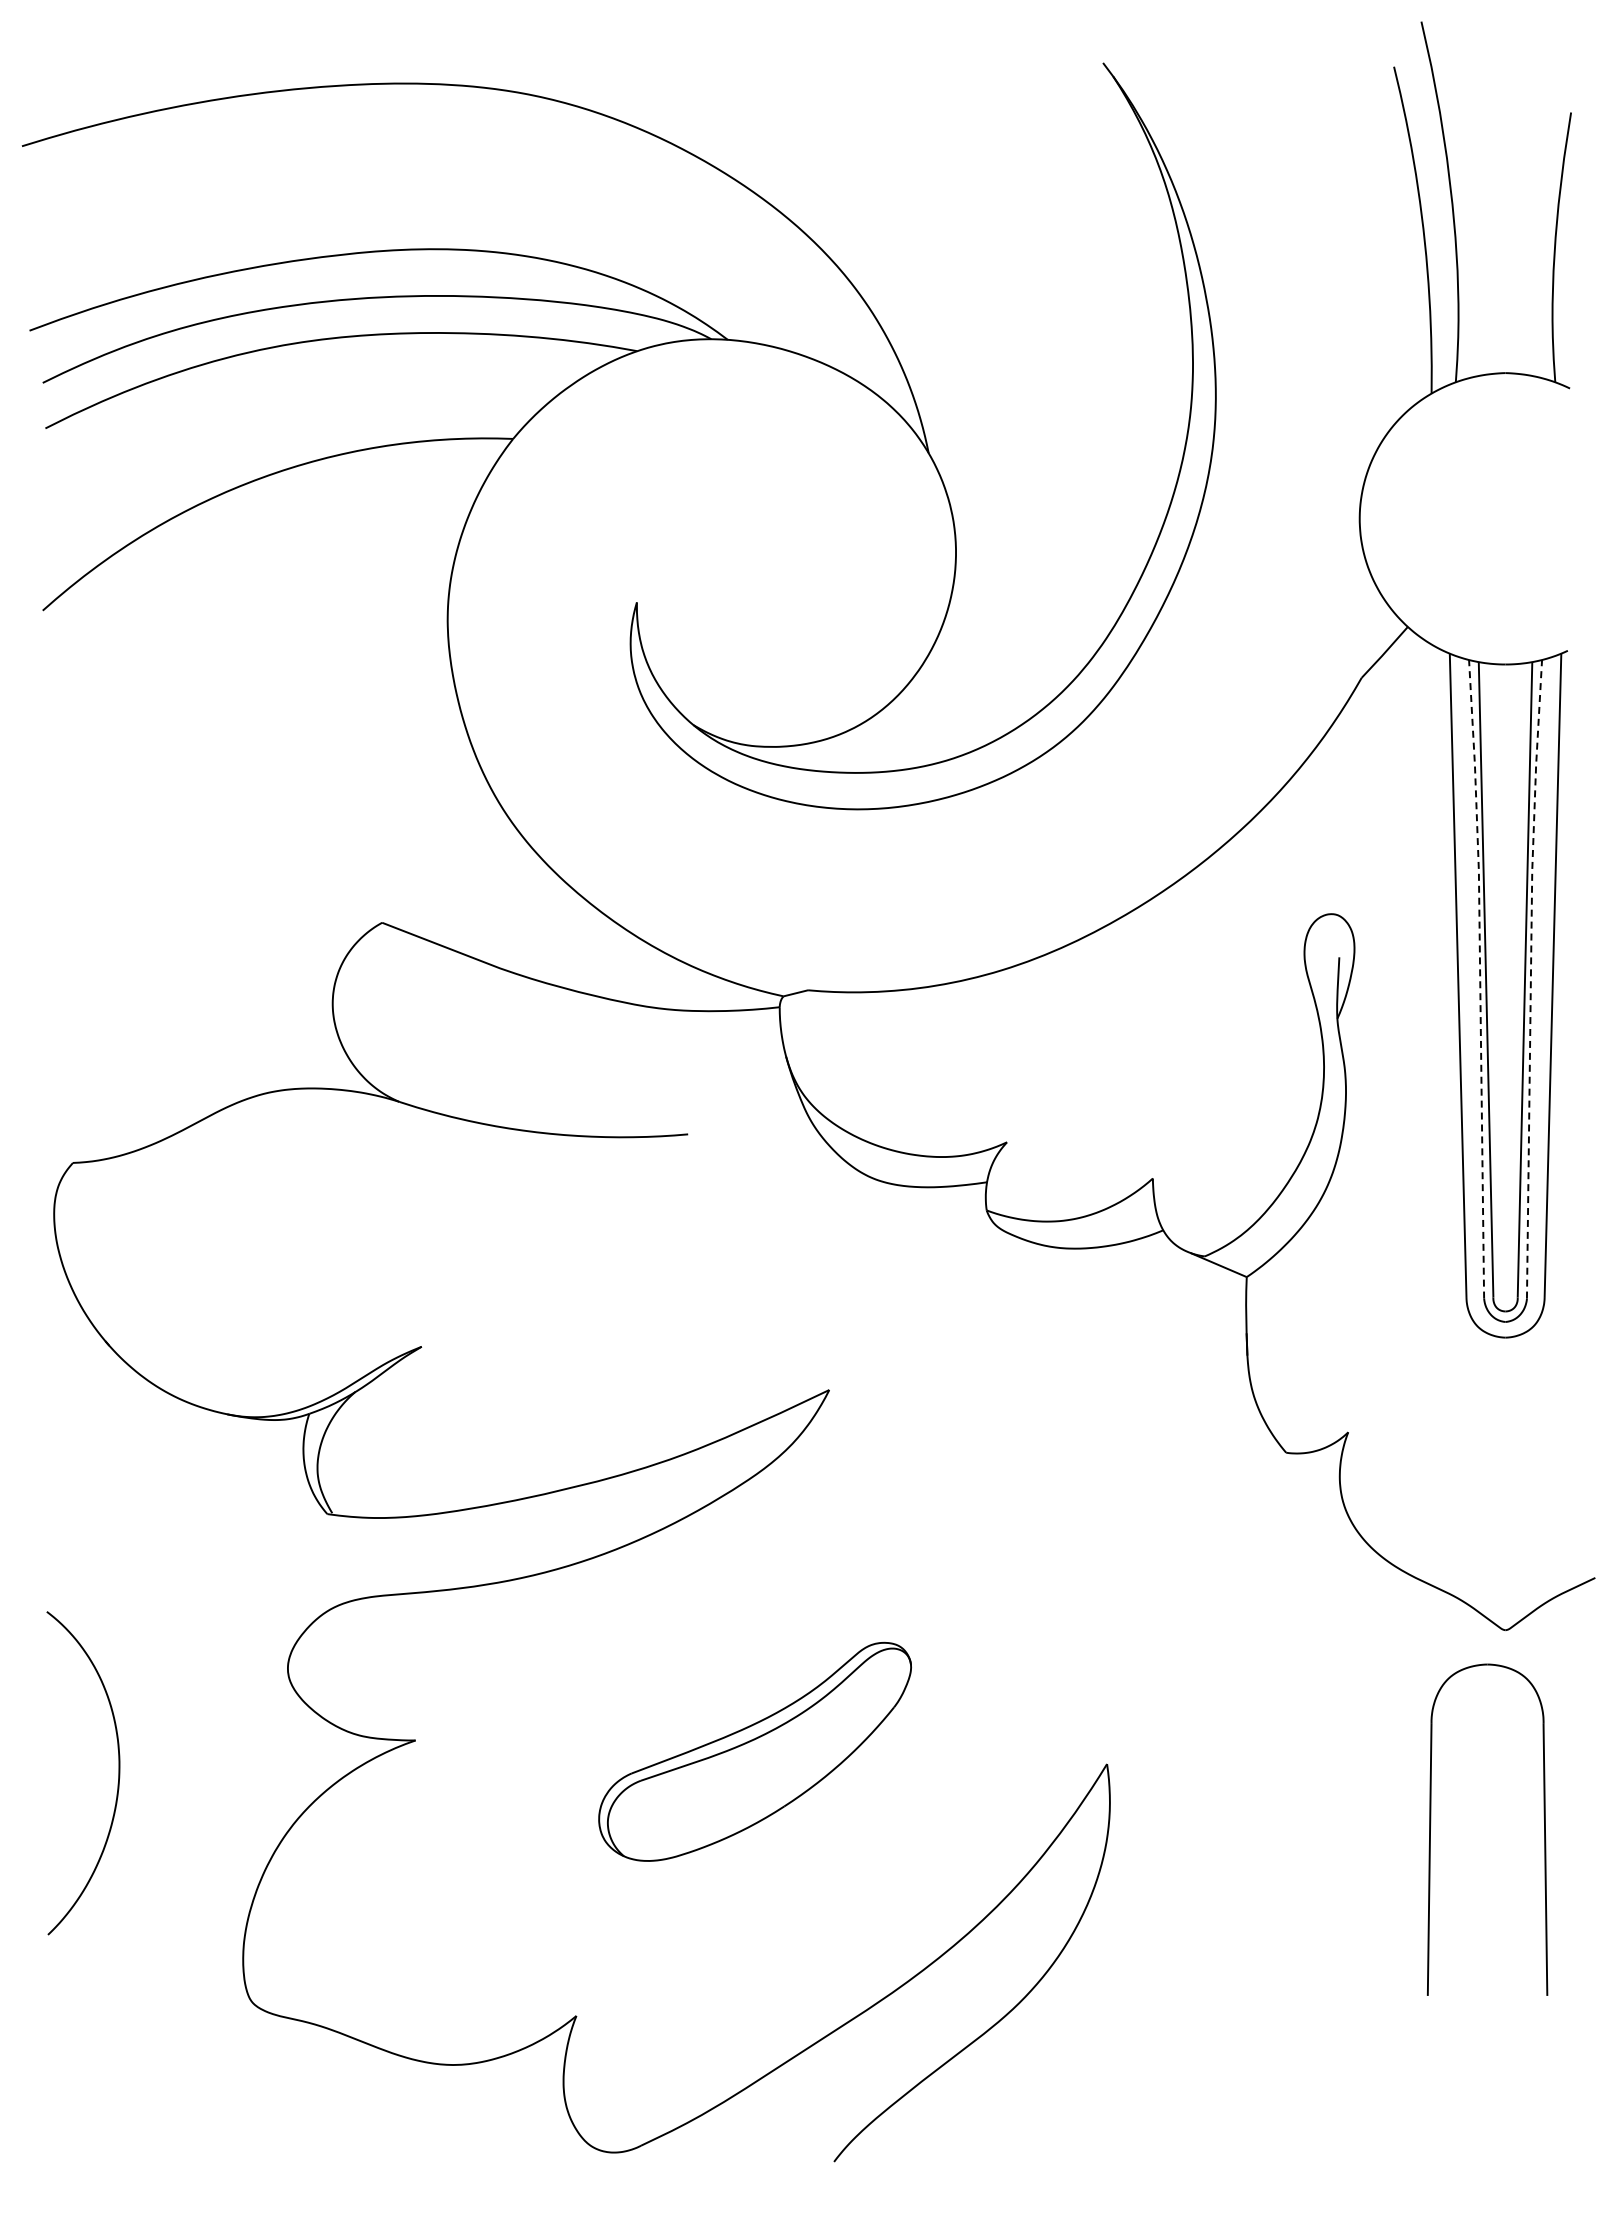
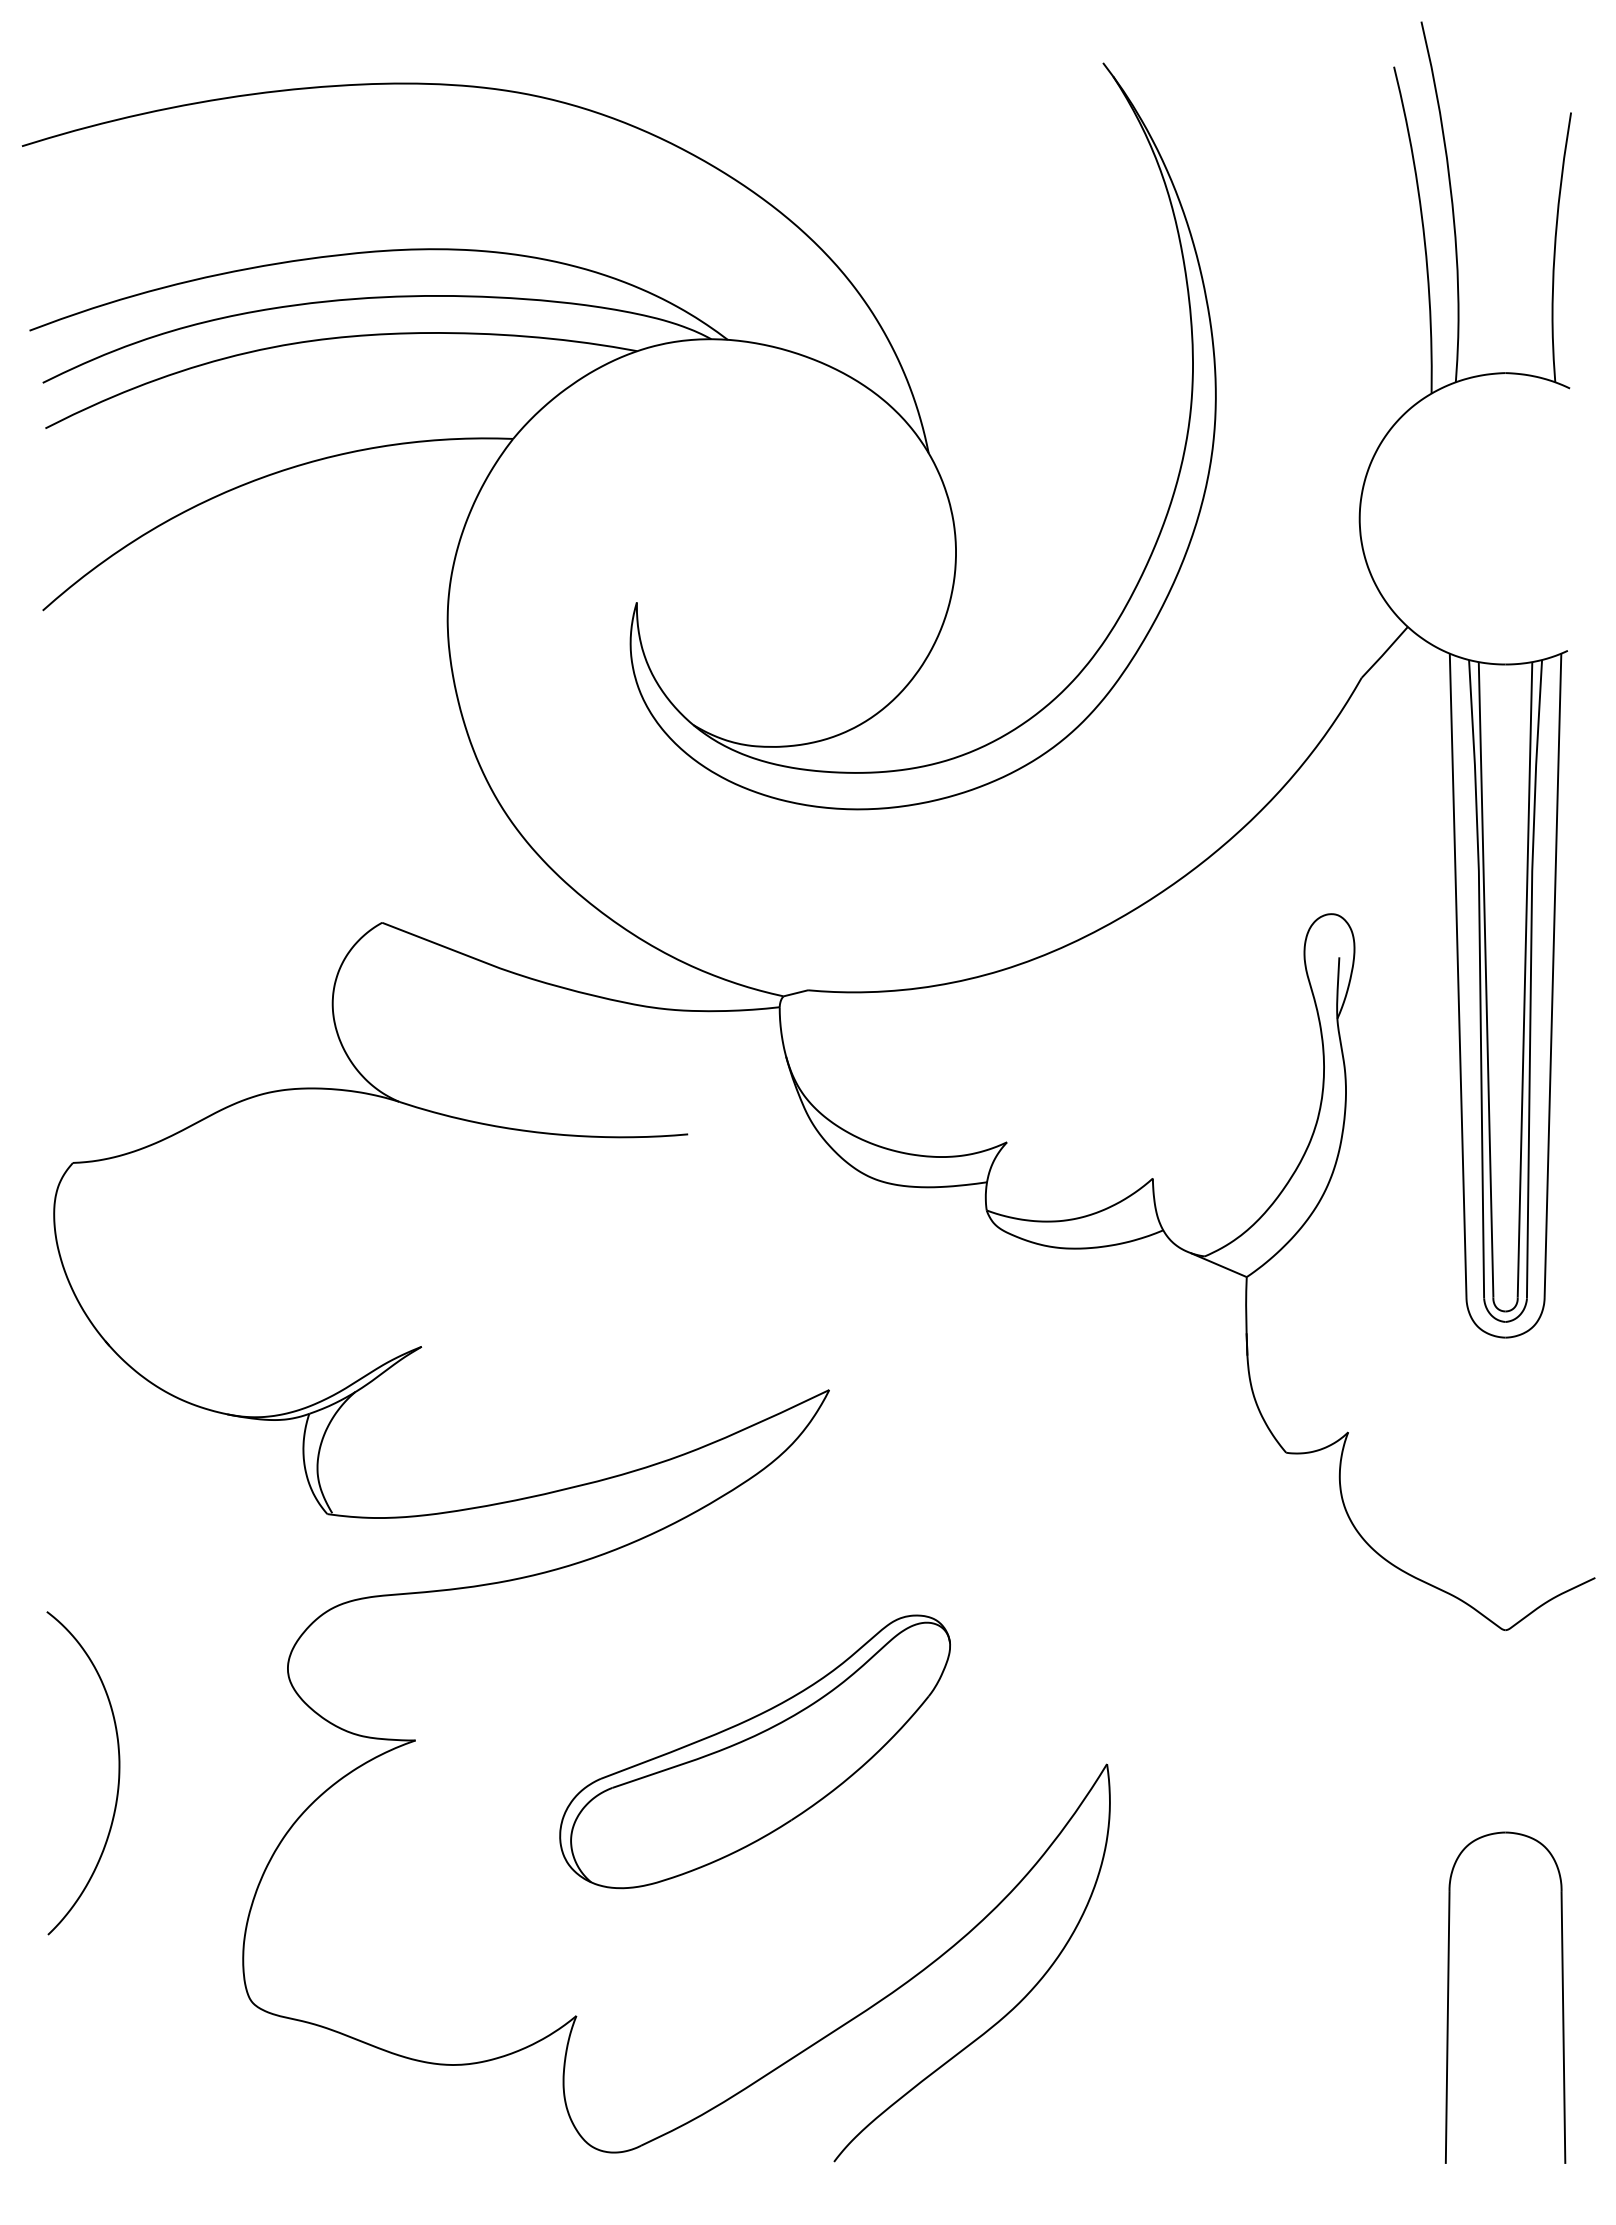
line at (1480, 977): dashed -> solid
line at (1530, 977): dashed -> solid
part at (754, 1751) size: 314x221 px -> 392x276 px
part at (1431, 1823) position: (1431, 1823) -> (1449, 1991)
